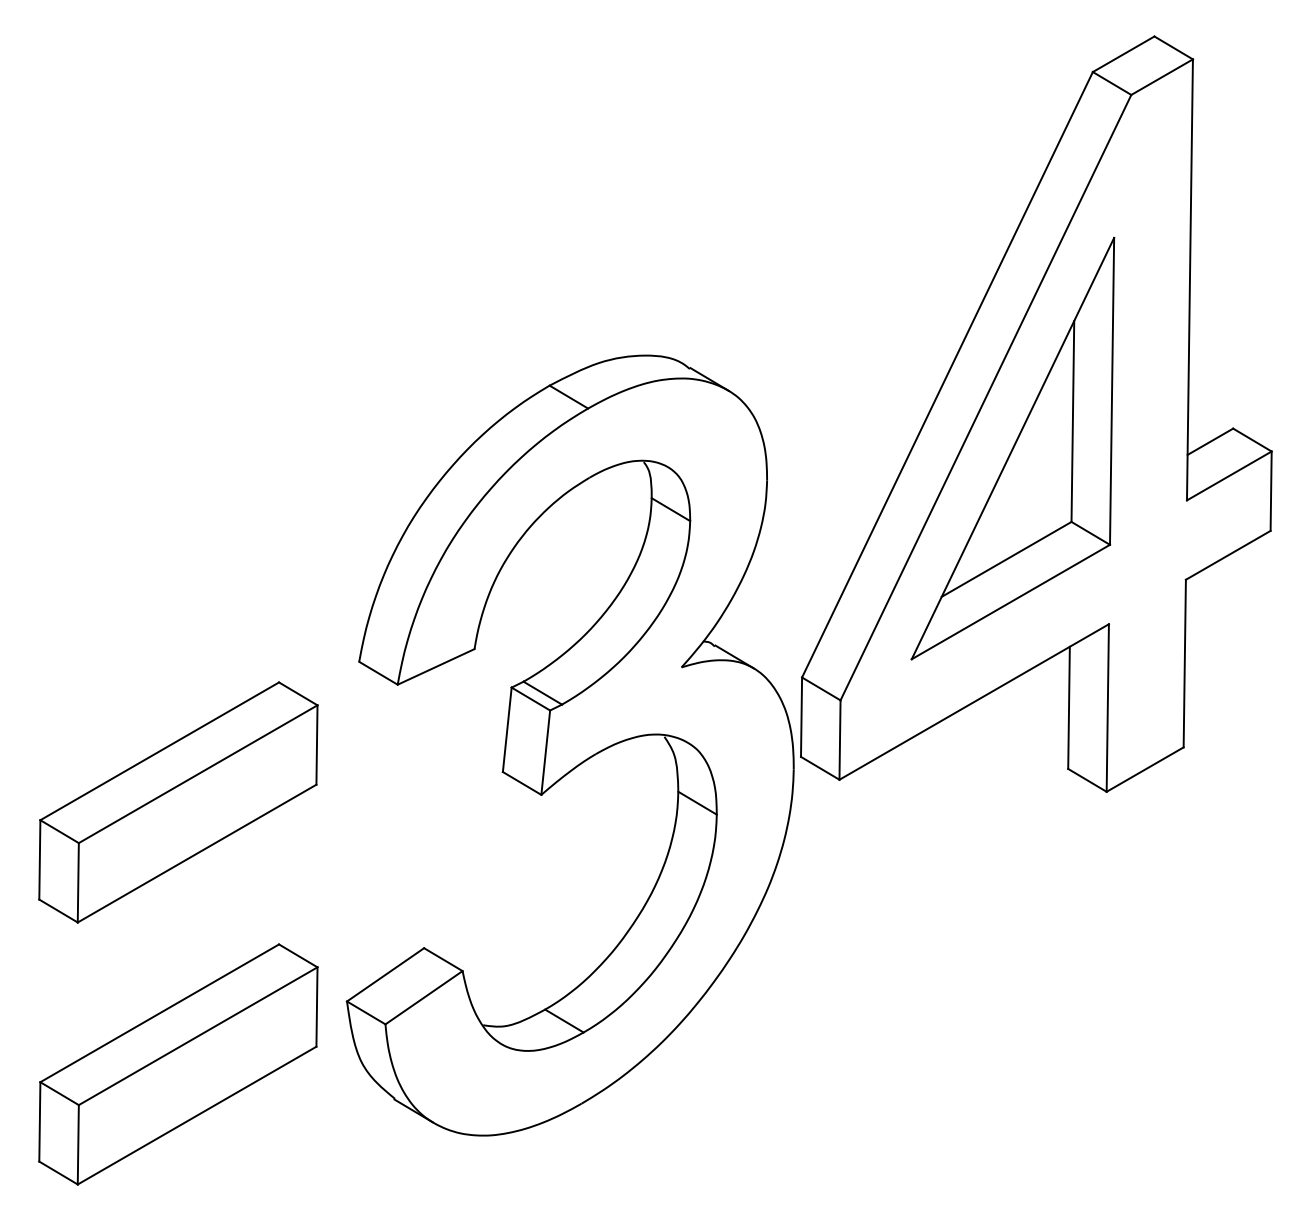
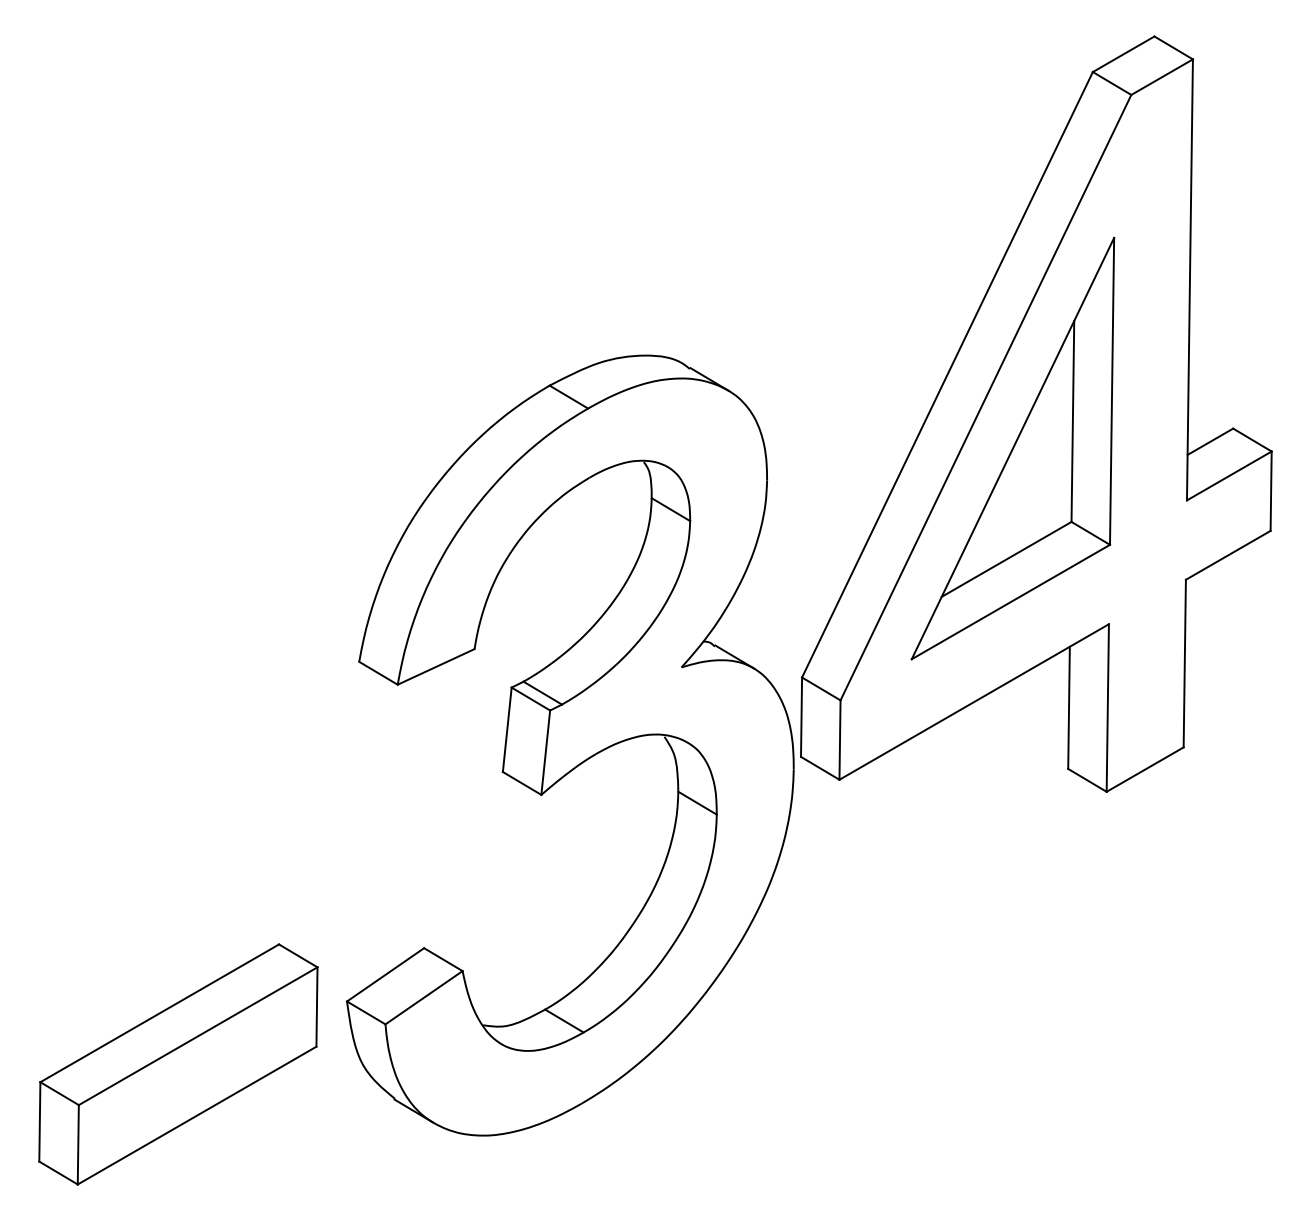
part at (178, 802): present -> none
